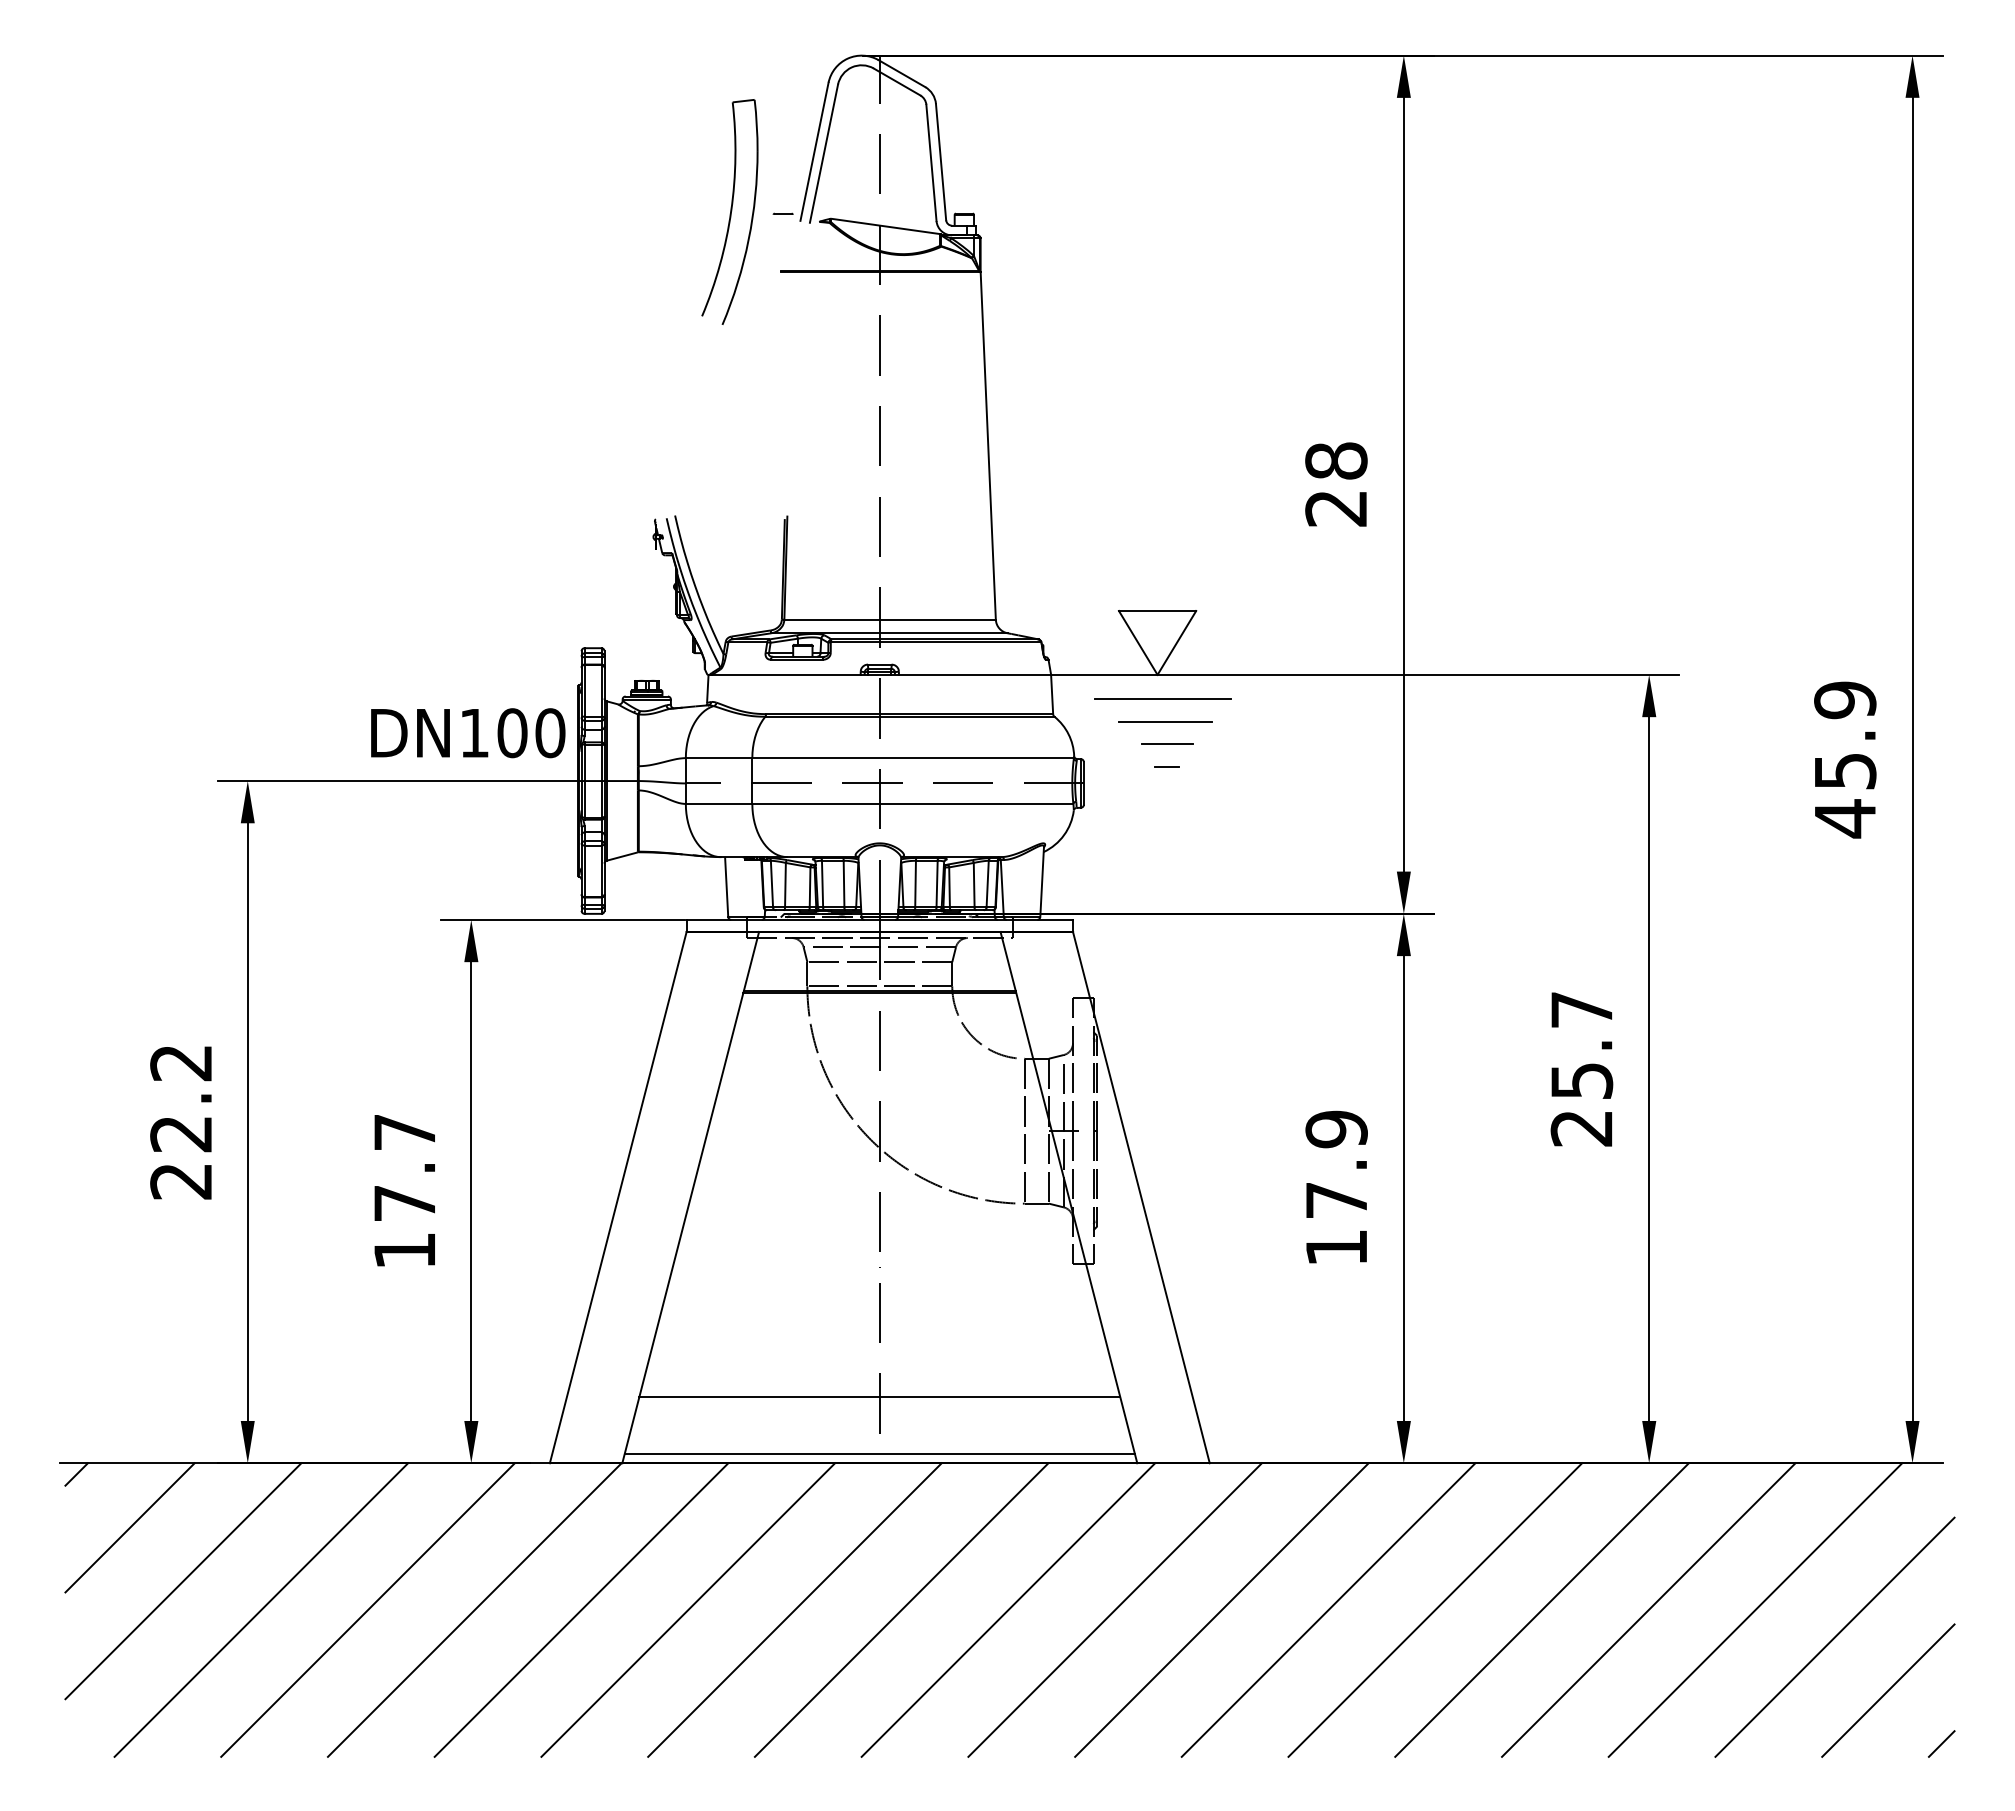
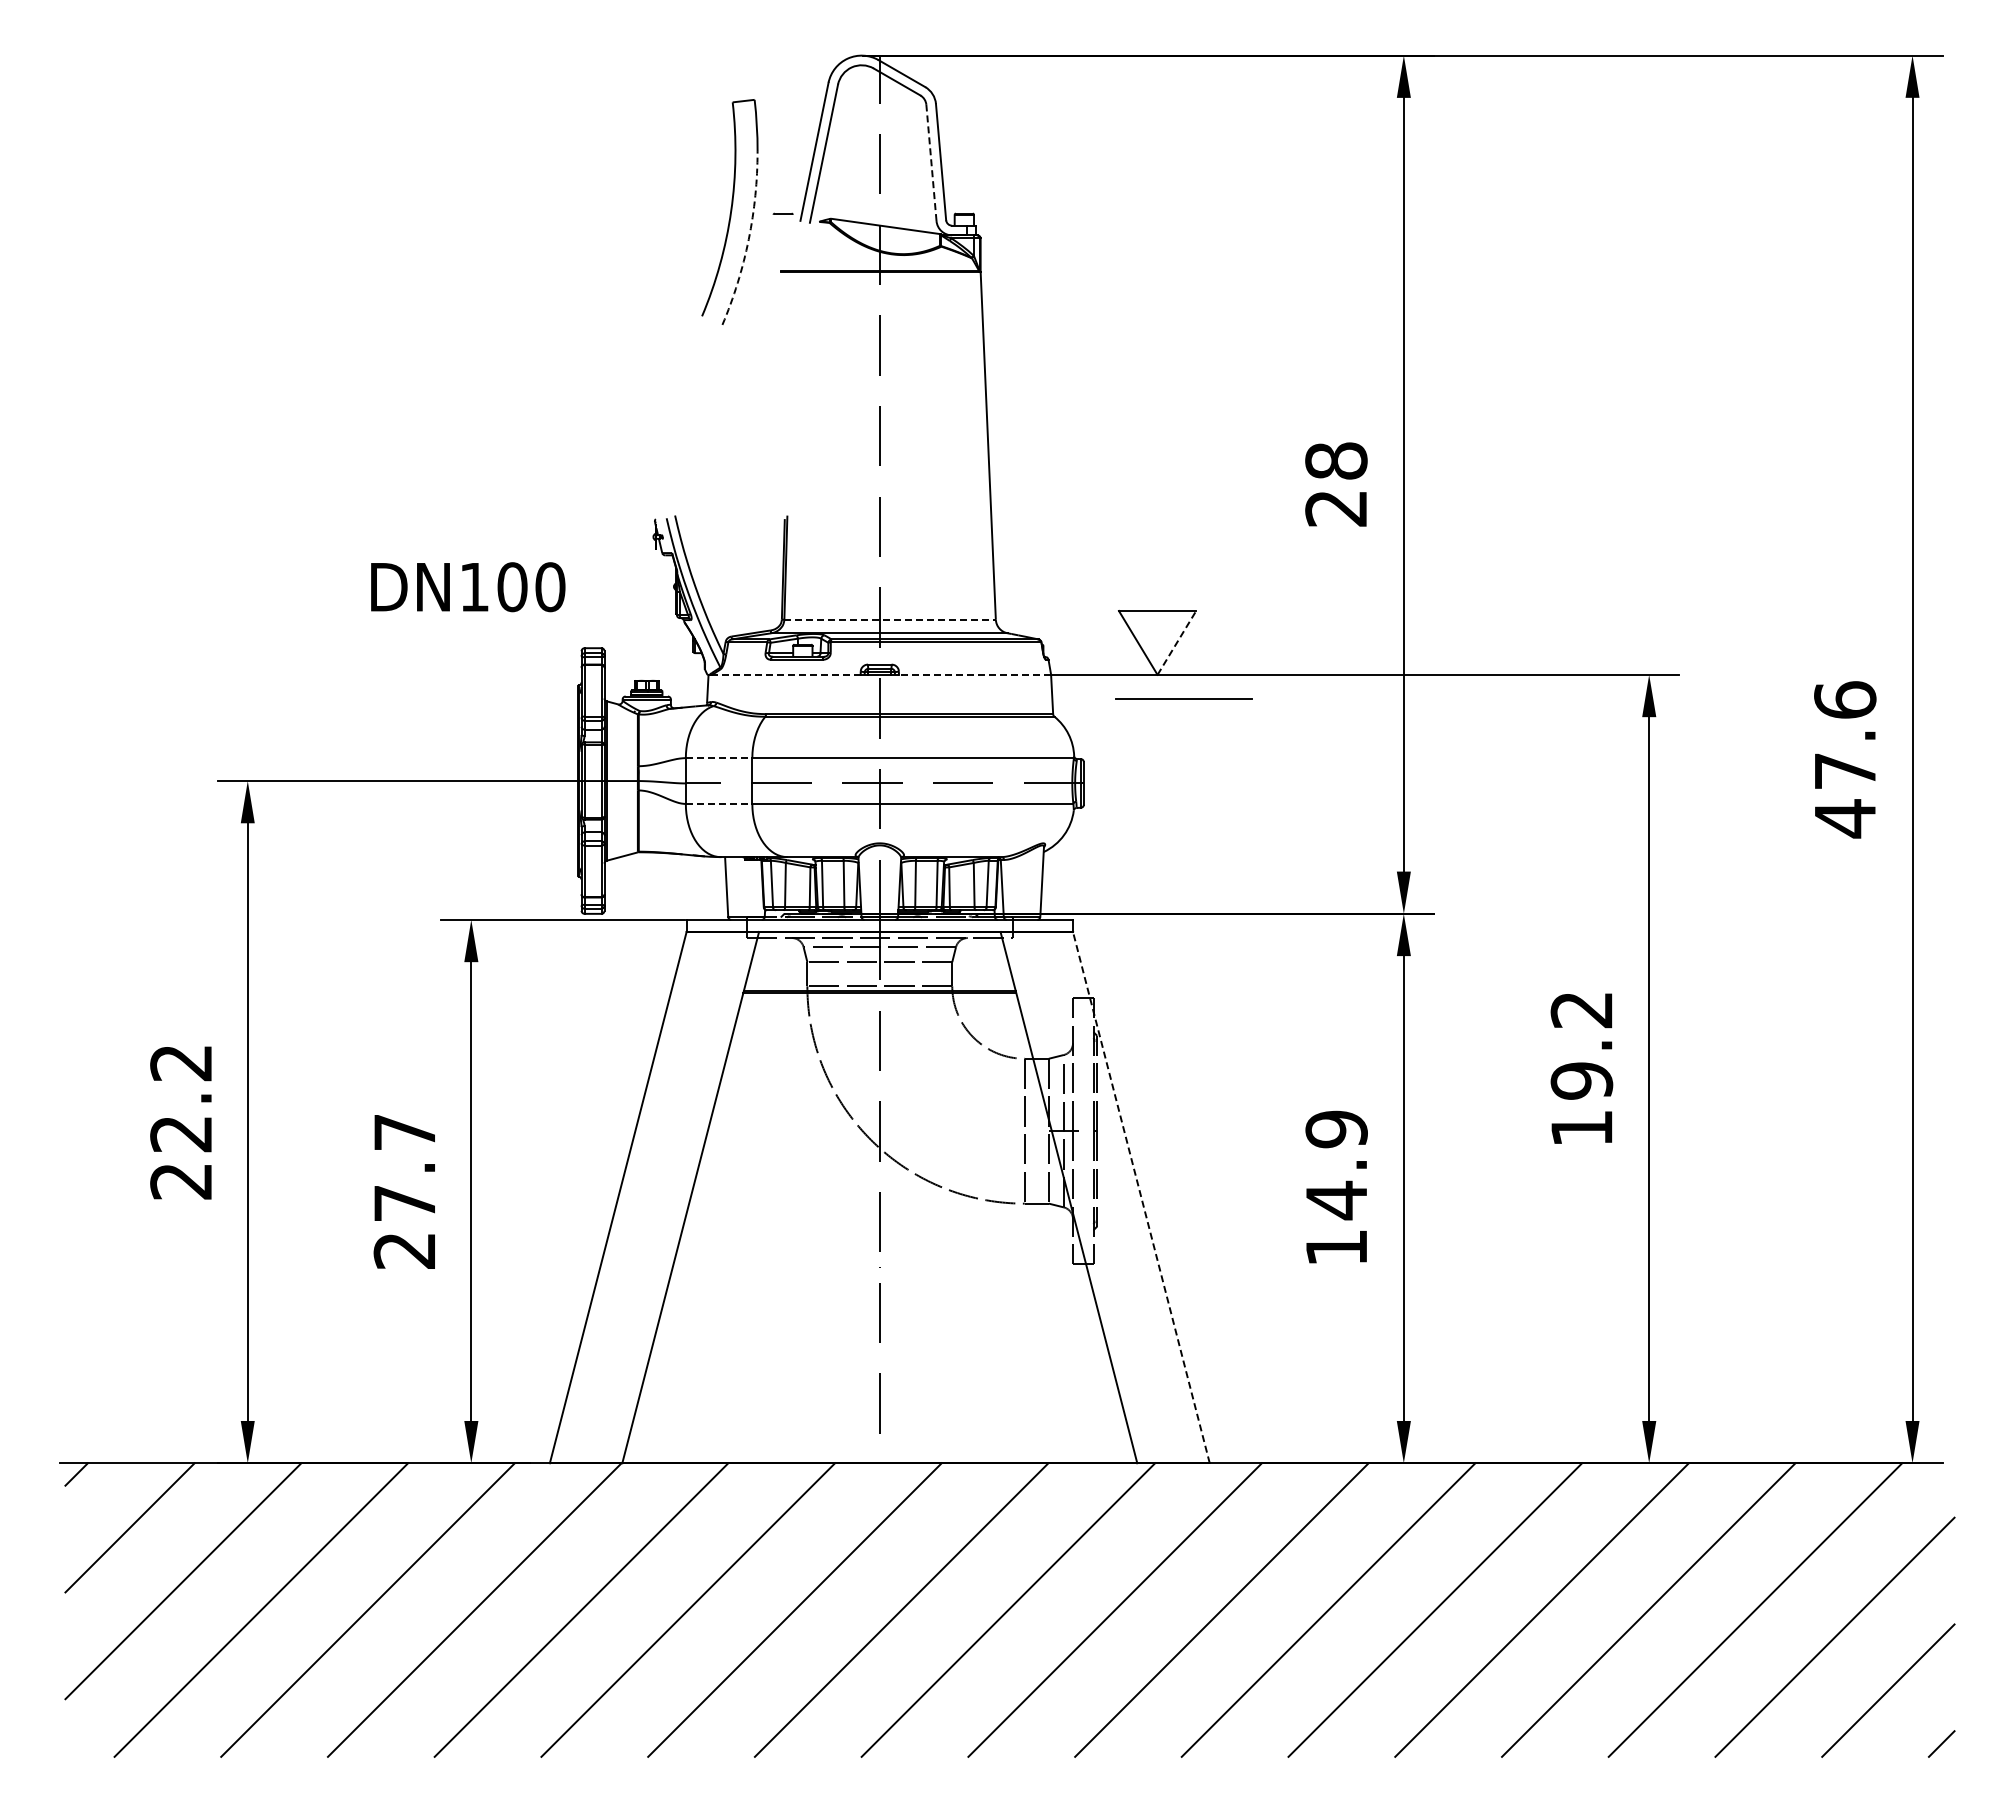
line at (931, 162): solid -> dashed
arc at (748, 239): solid -> dashed
line at (890, 619): solid -> dashed
line at (1177, 642): solid -> dashed
line at (785, 674): solid -> dashed
line at (974, 674): solid -> dashed
line at (1162, 698) position: (1162, 698) -> (1183, 698)
line at (1165, 721): present -> none
text at (468, 733) position: (468, 733) -> (468, 587)
text at (1845, 735): 45.9 -> 47.6
line at (1167, 743): present -> none
line at (719, 758): solid -> dashed
line at (1167, 766): present -> none
line at (719, 803): solid -> dashed
text at (1581, 1069): 25.7 -> 19.2
line at (1141, 1197): solid -> dashed
text at (1336, 1200): 17.9 -> 14.9
text at (403, 1251): 17.7 -> 27.7
line at (879, 1397): present -> none
line at (879, 1453): present -> none
